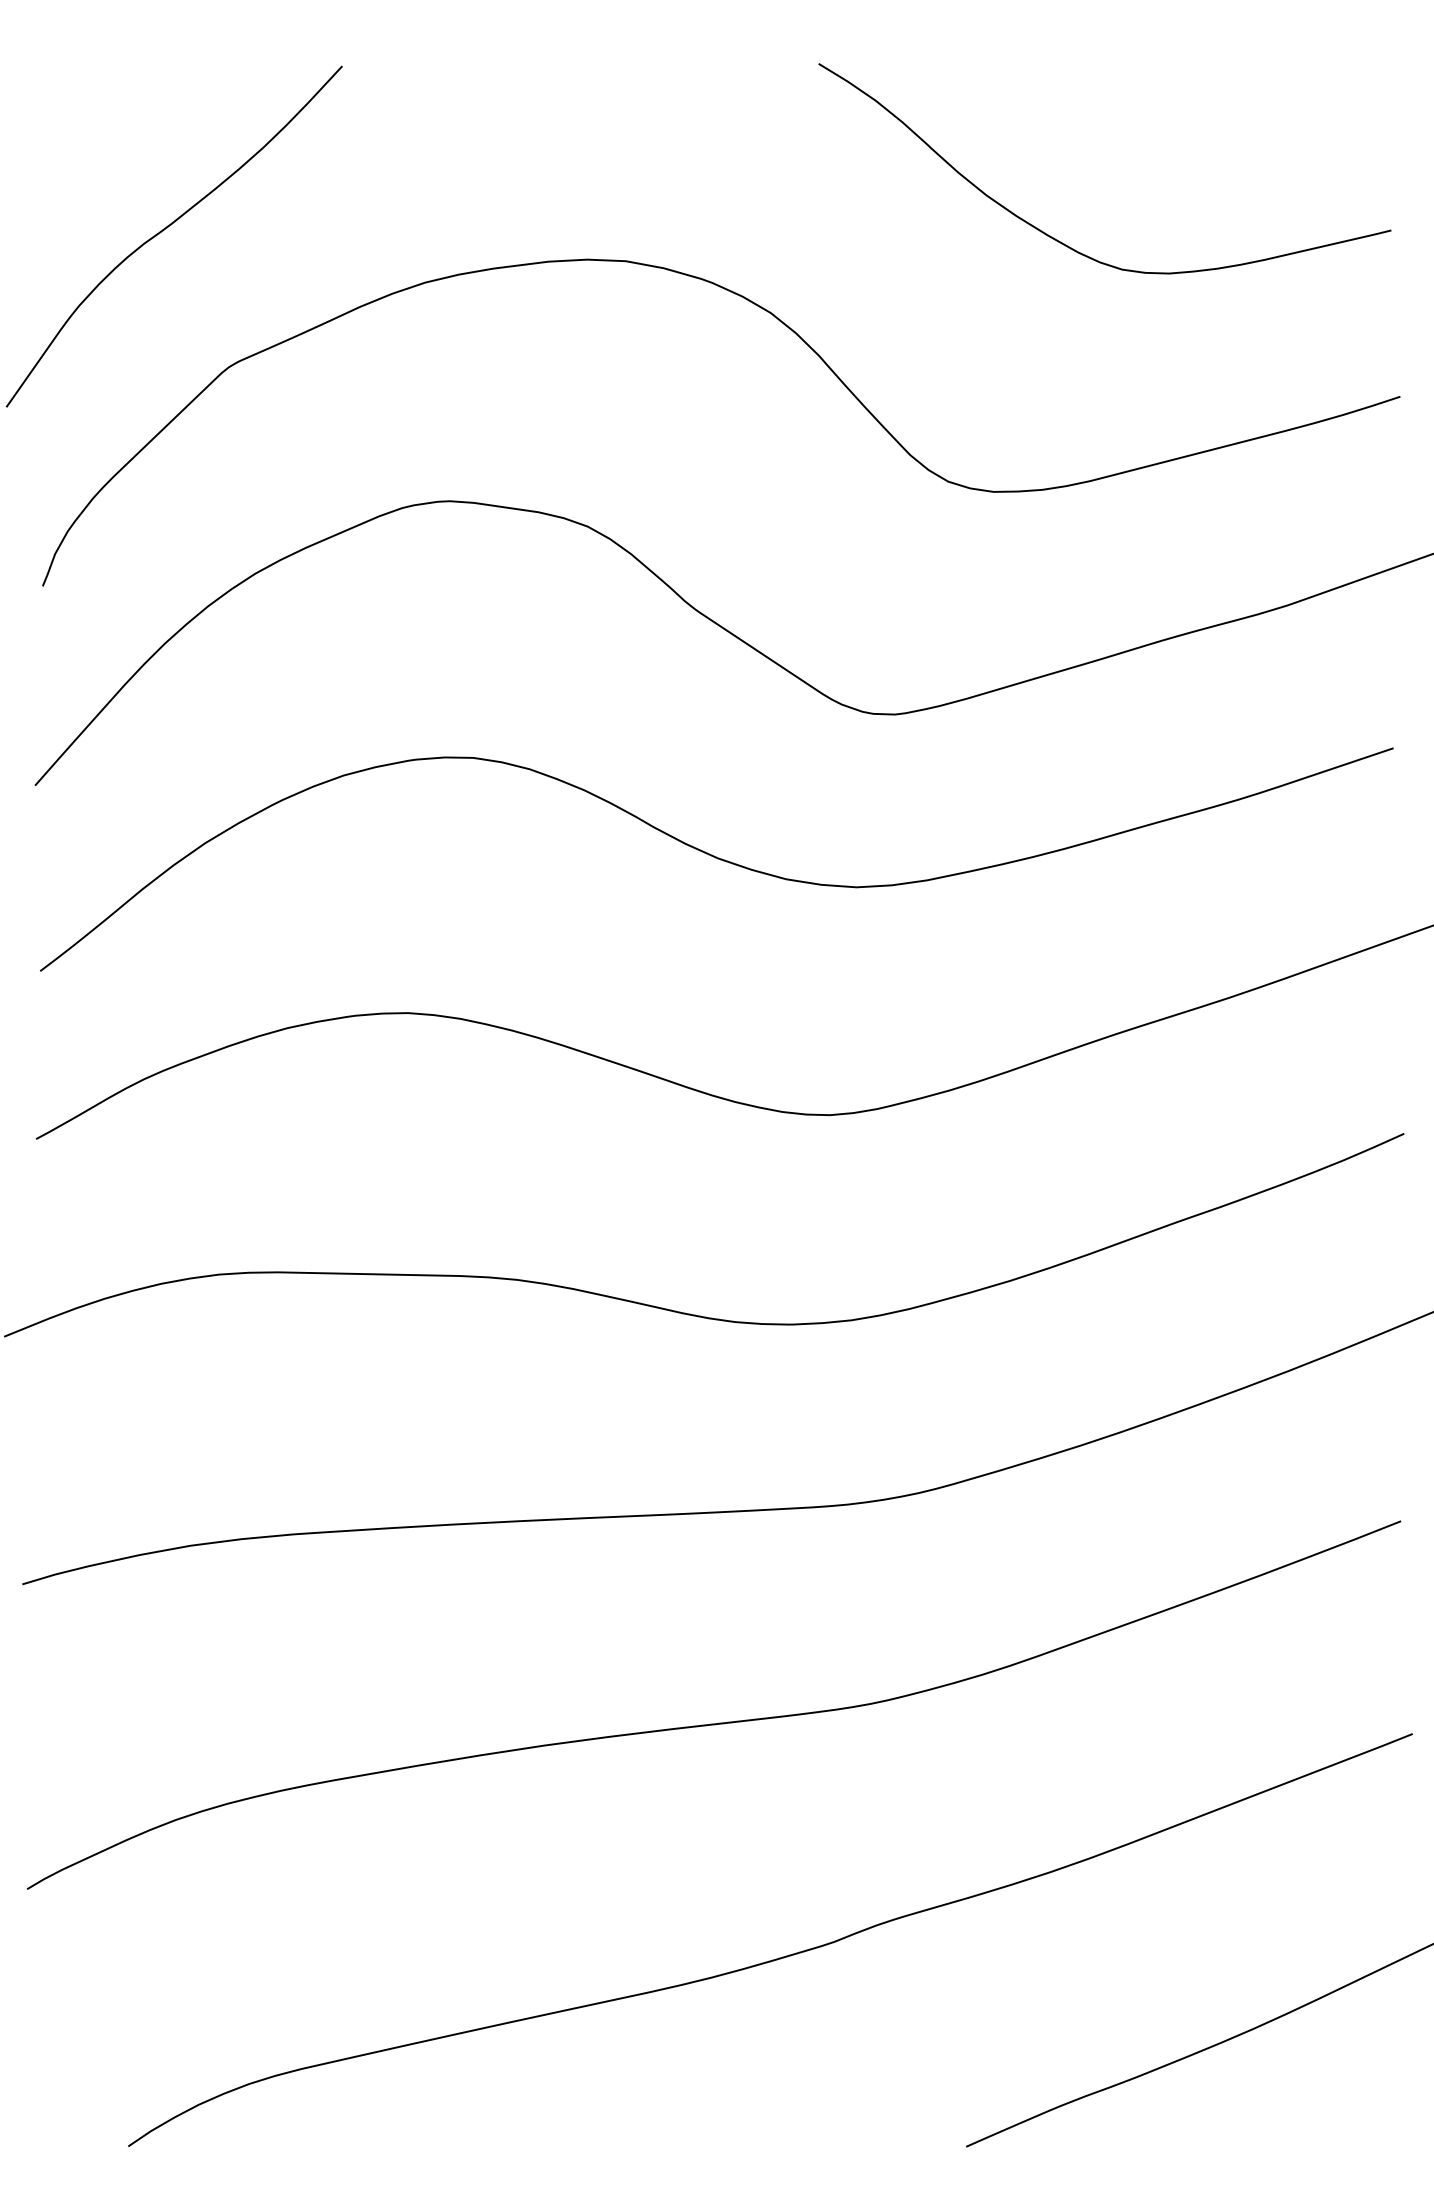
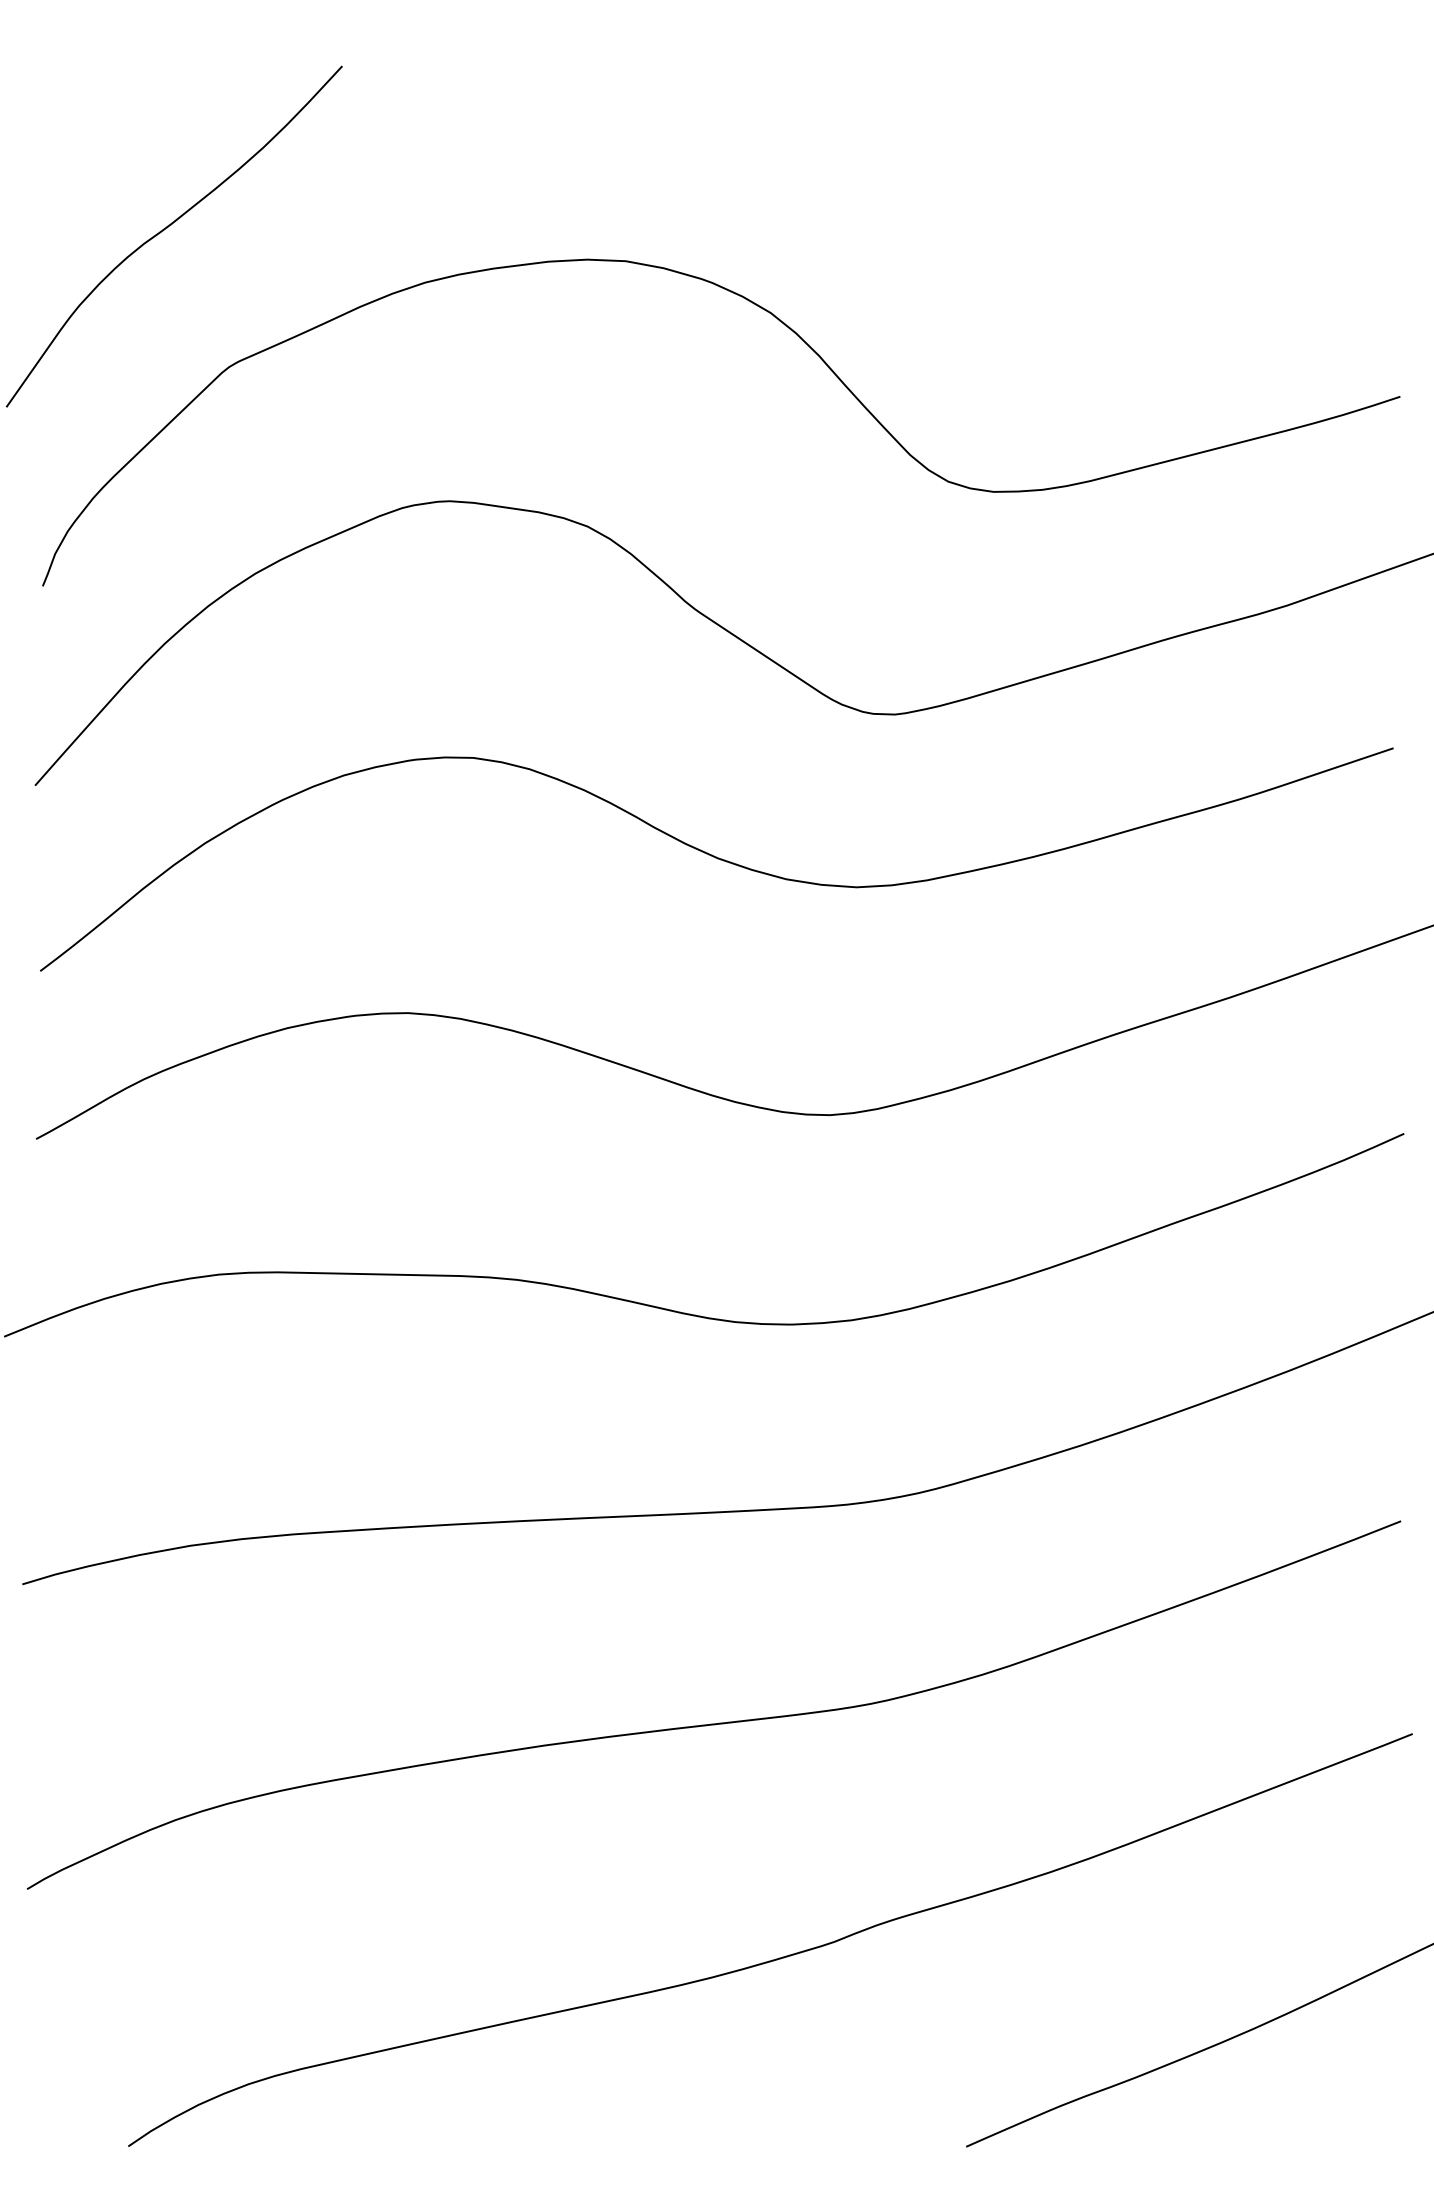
curve at (1059, 240): present -> none
